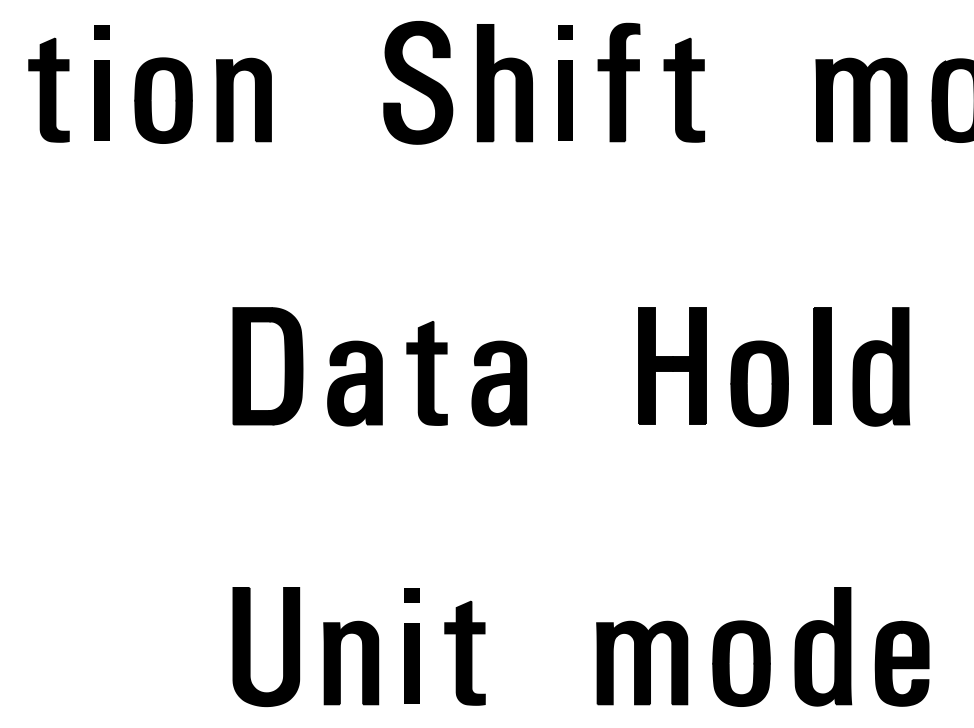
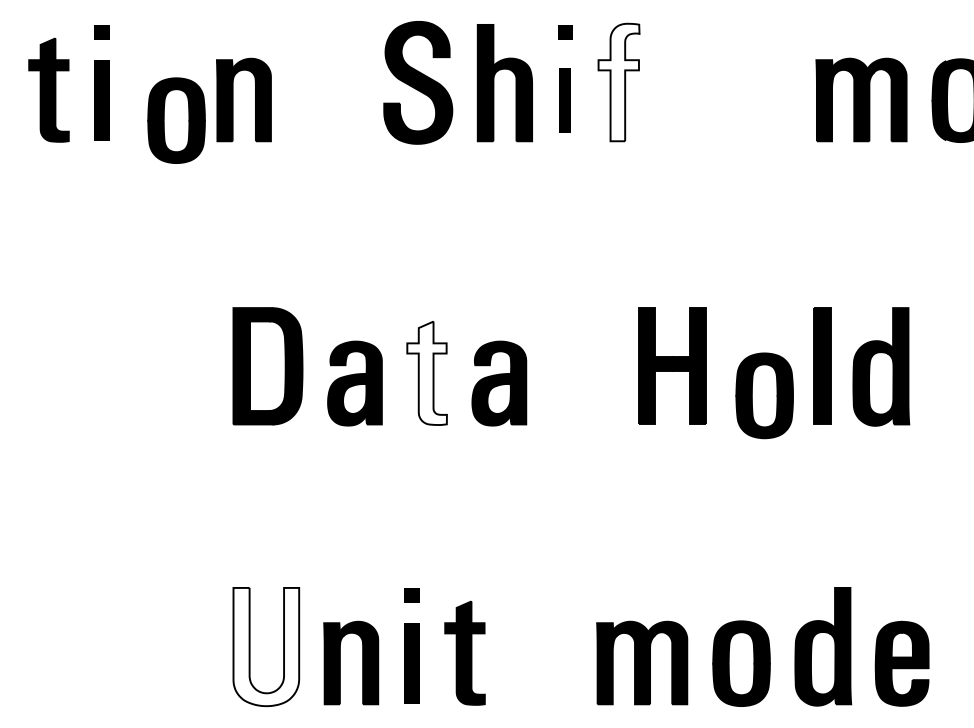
fill at (618, 82): present -> none
part at (684, 89): present -> none
part at (163, 100) position: (163, 100) -> (176, 120)
part at (565, 100) size: 15x81 px -> 12x65 px
fill at (426, 373): present -> none
part at (759, 383) position: (759, 383) -> (764, 395)
fill at (266, 646): present -> none
